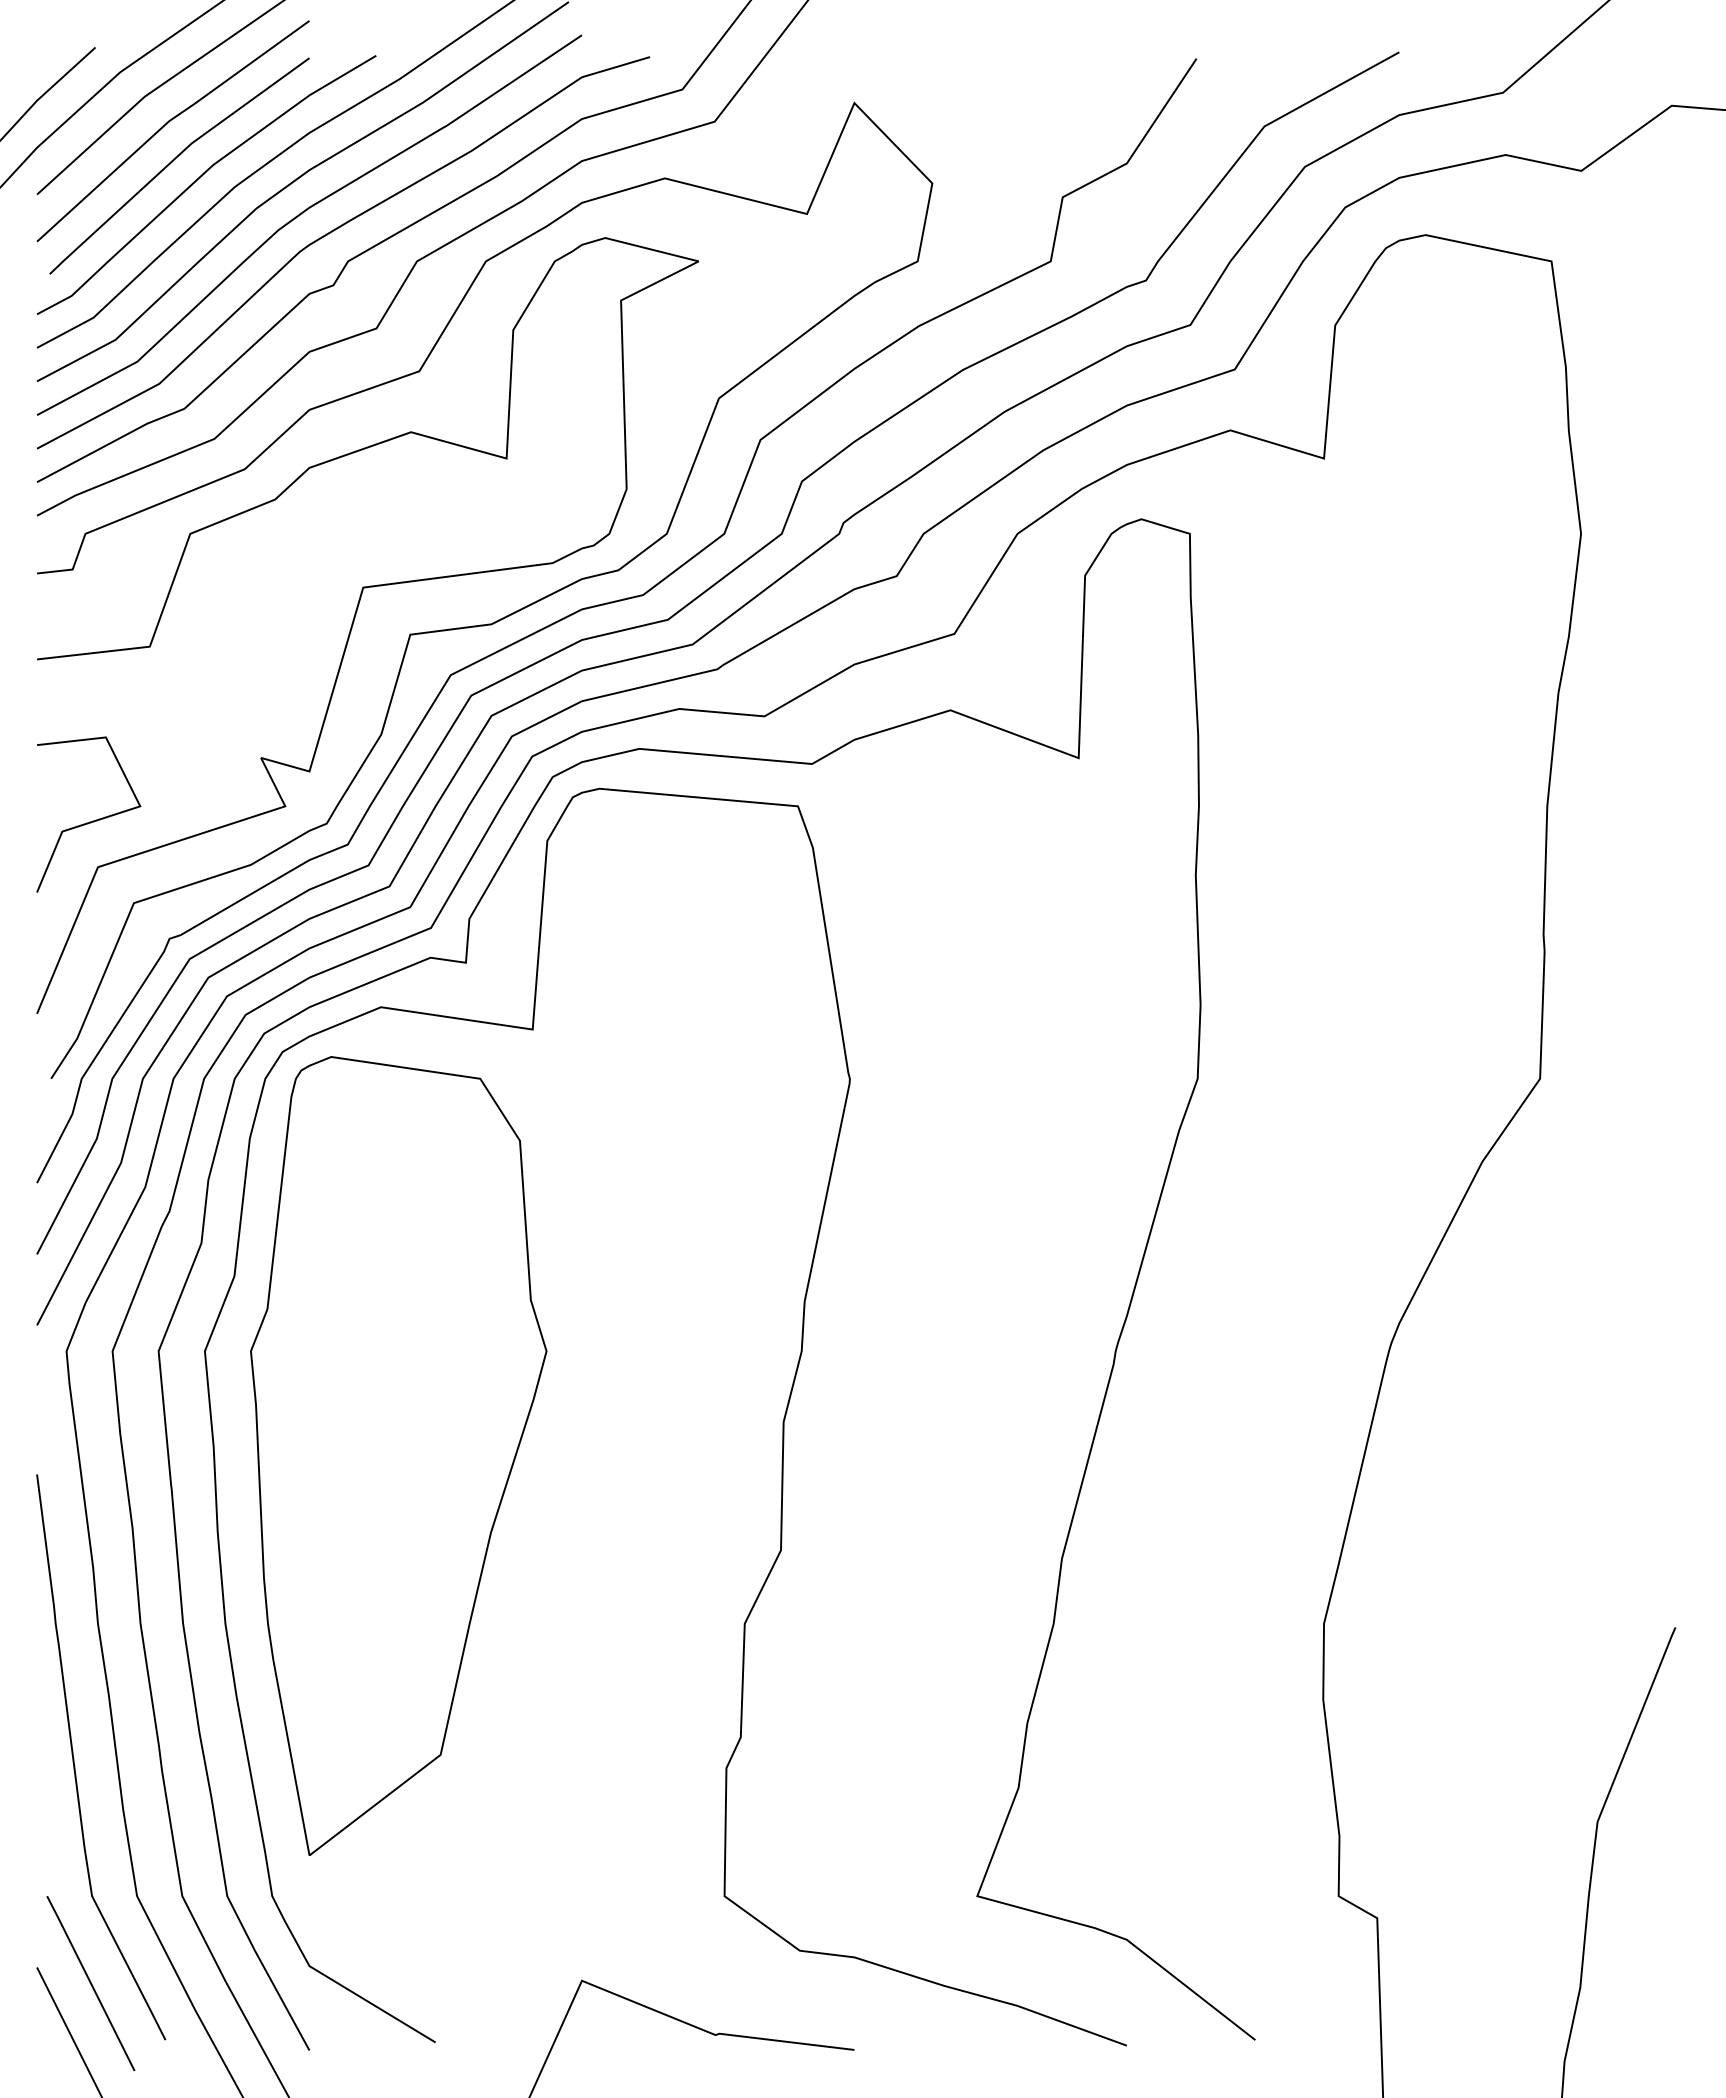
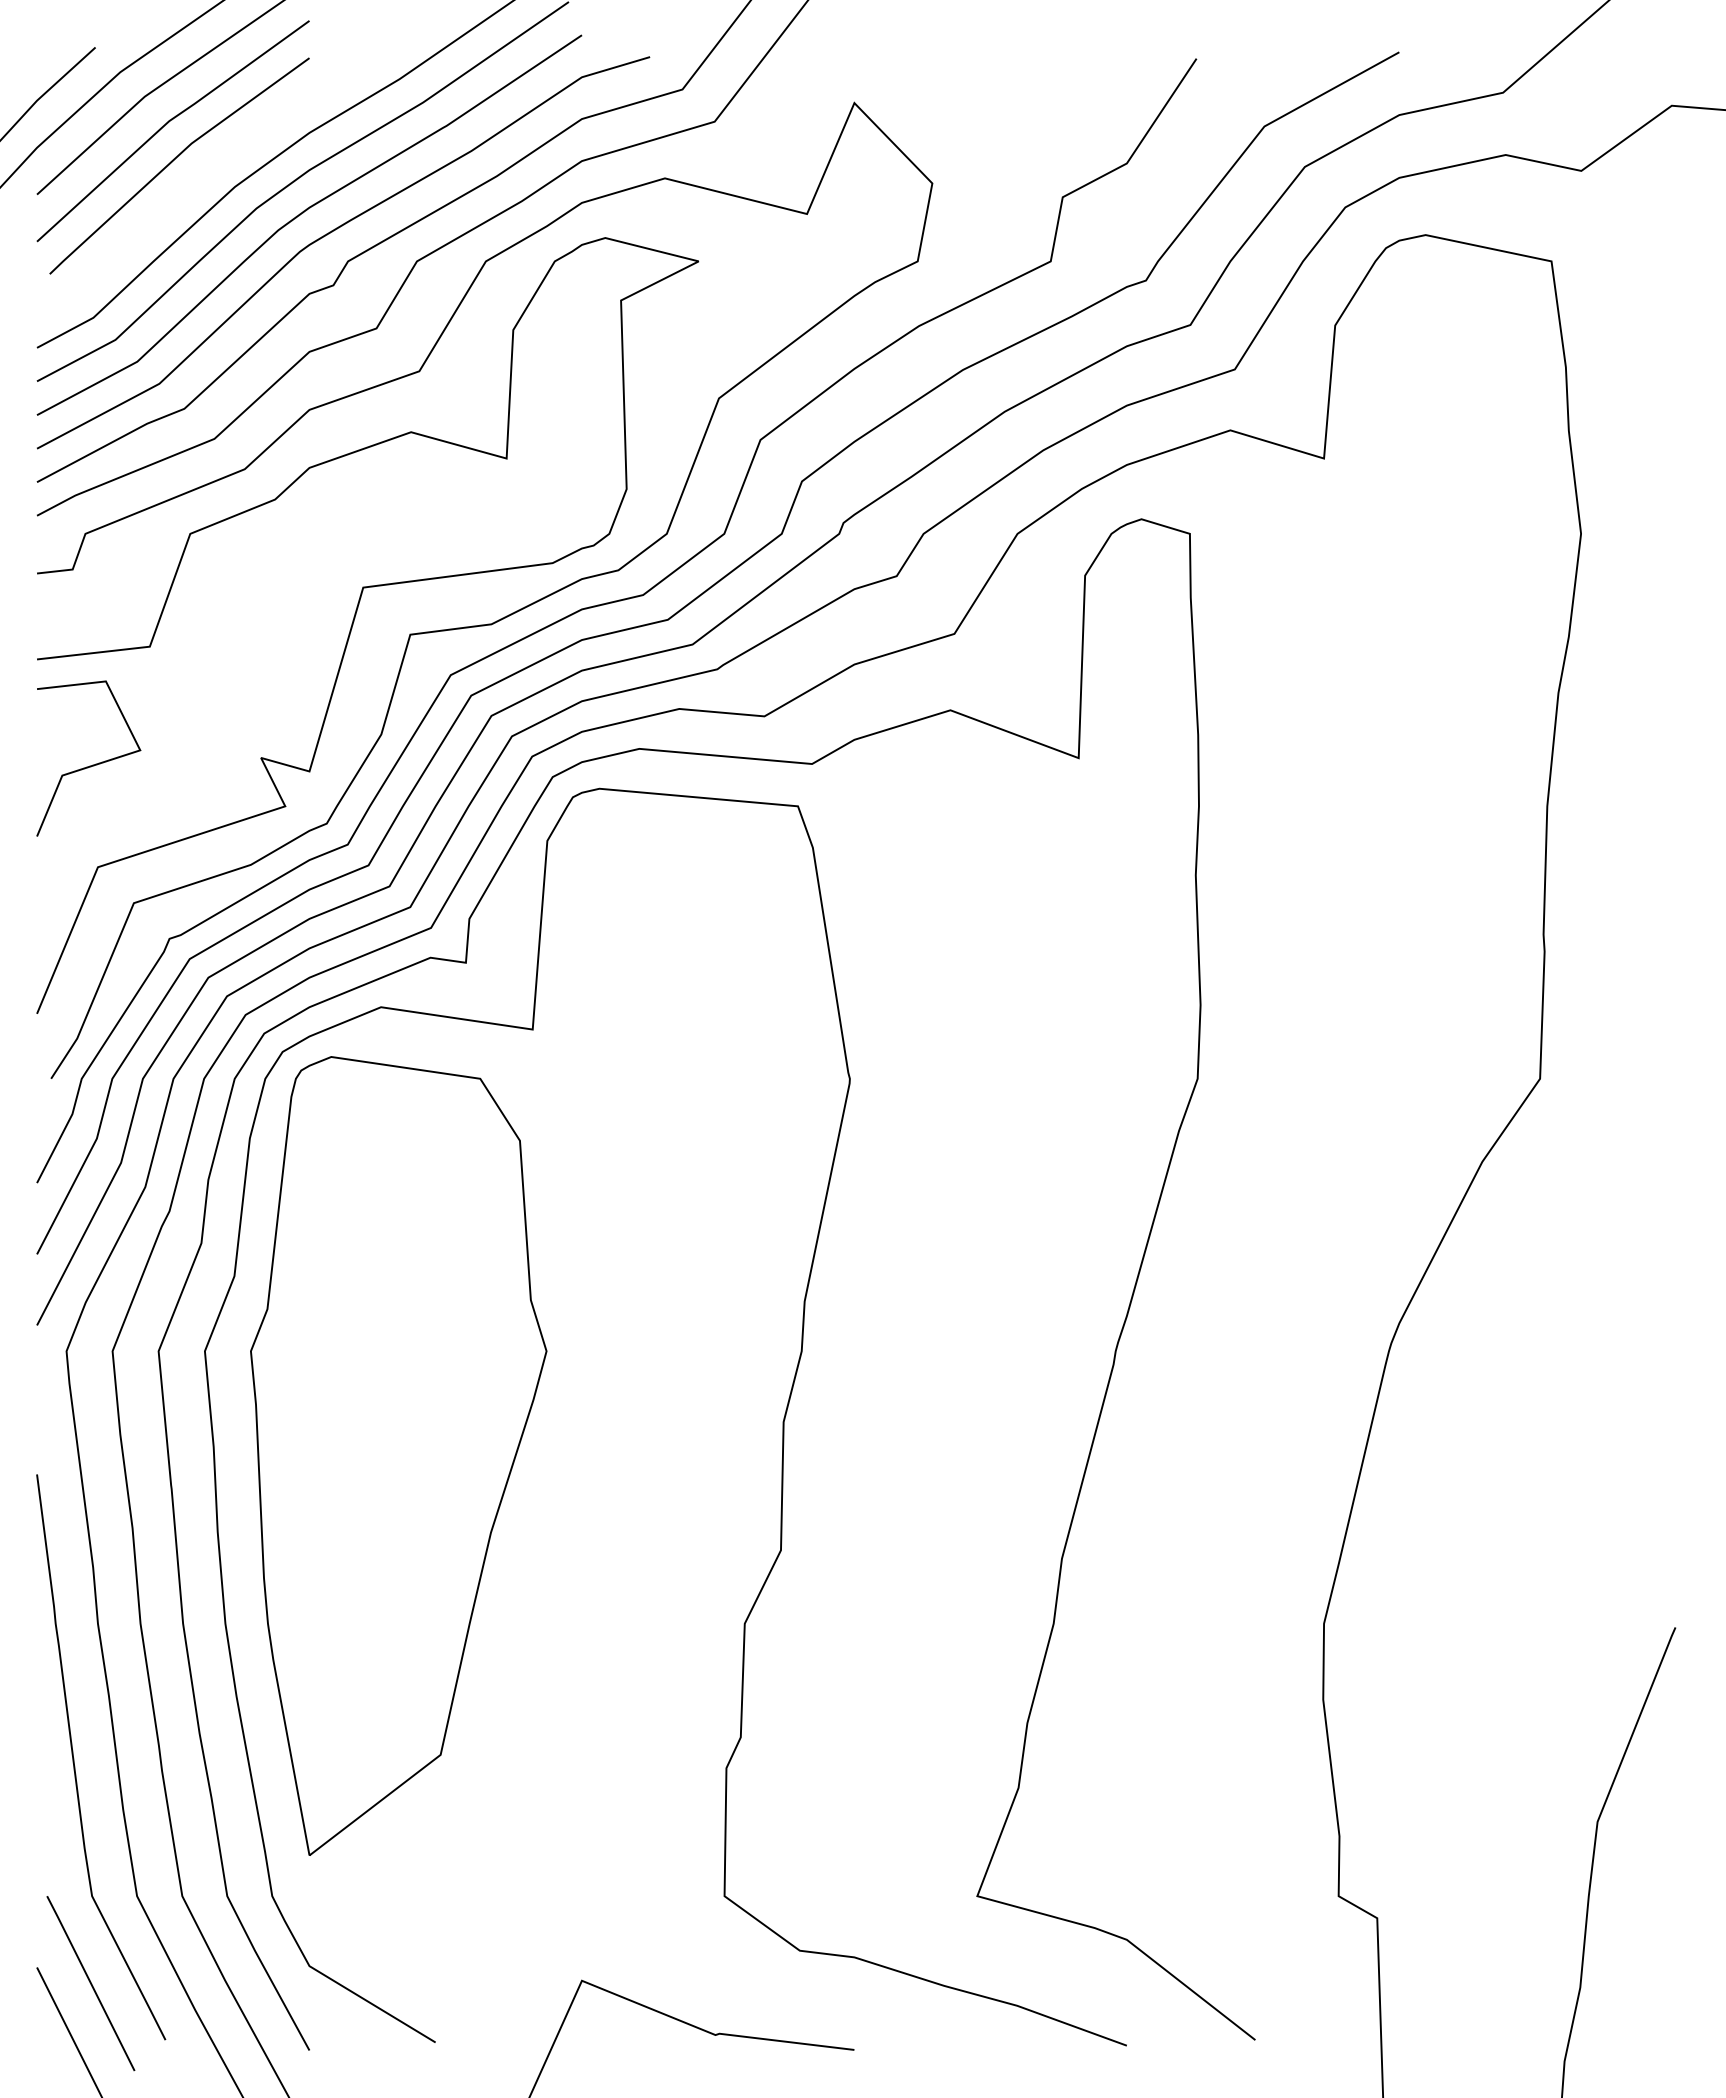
curve at (200, 178): present -> none
line at (89, 821) position: (89, 821) -> (89, 765)
